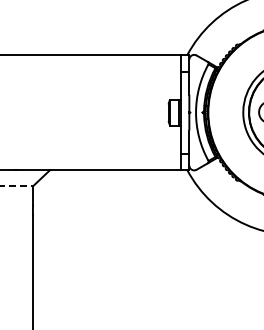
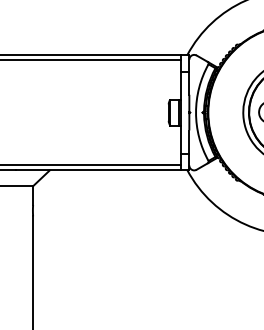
line at (91, 60): none -> present
line at (91, 164): none -> present
line at (17, 186): dashed -> solid
